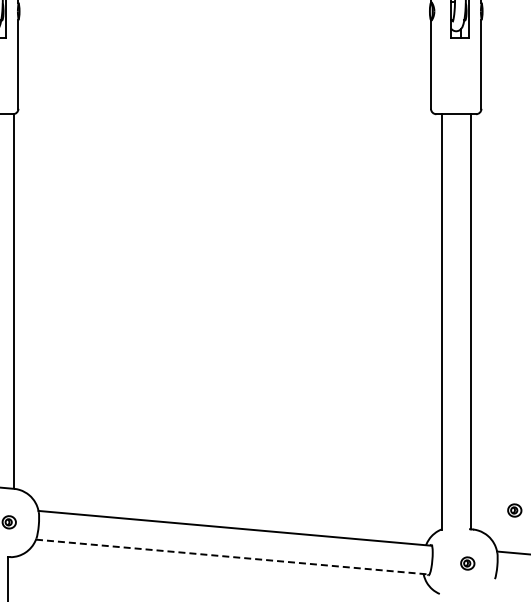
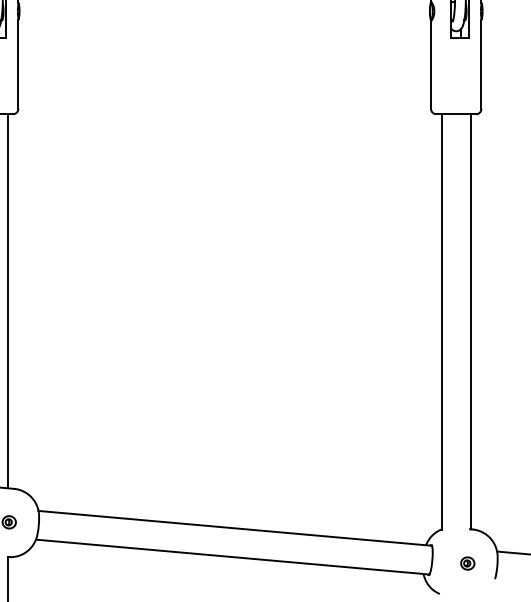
line at (13, 301) position: (13, 301) -> (7, 301)
part at (514, 510): present -> none
line at (232, 557): dashed -> solid
